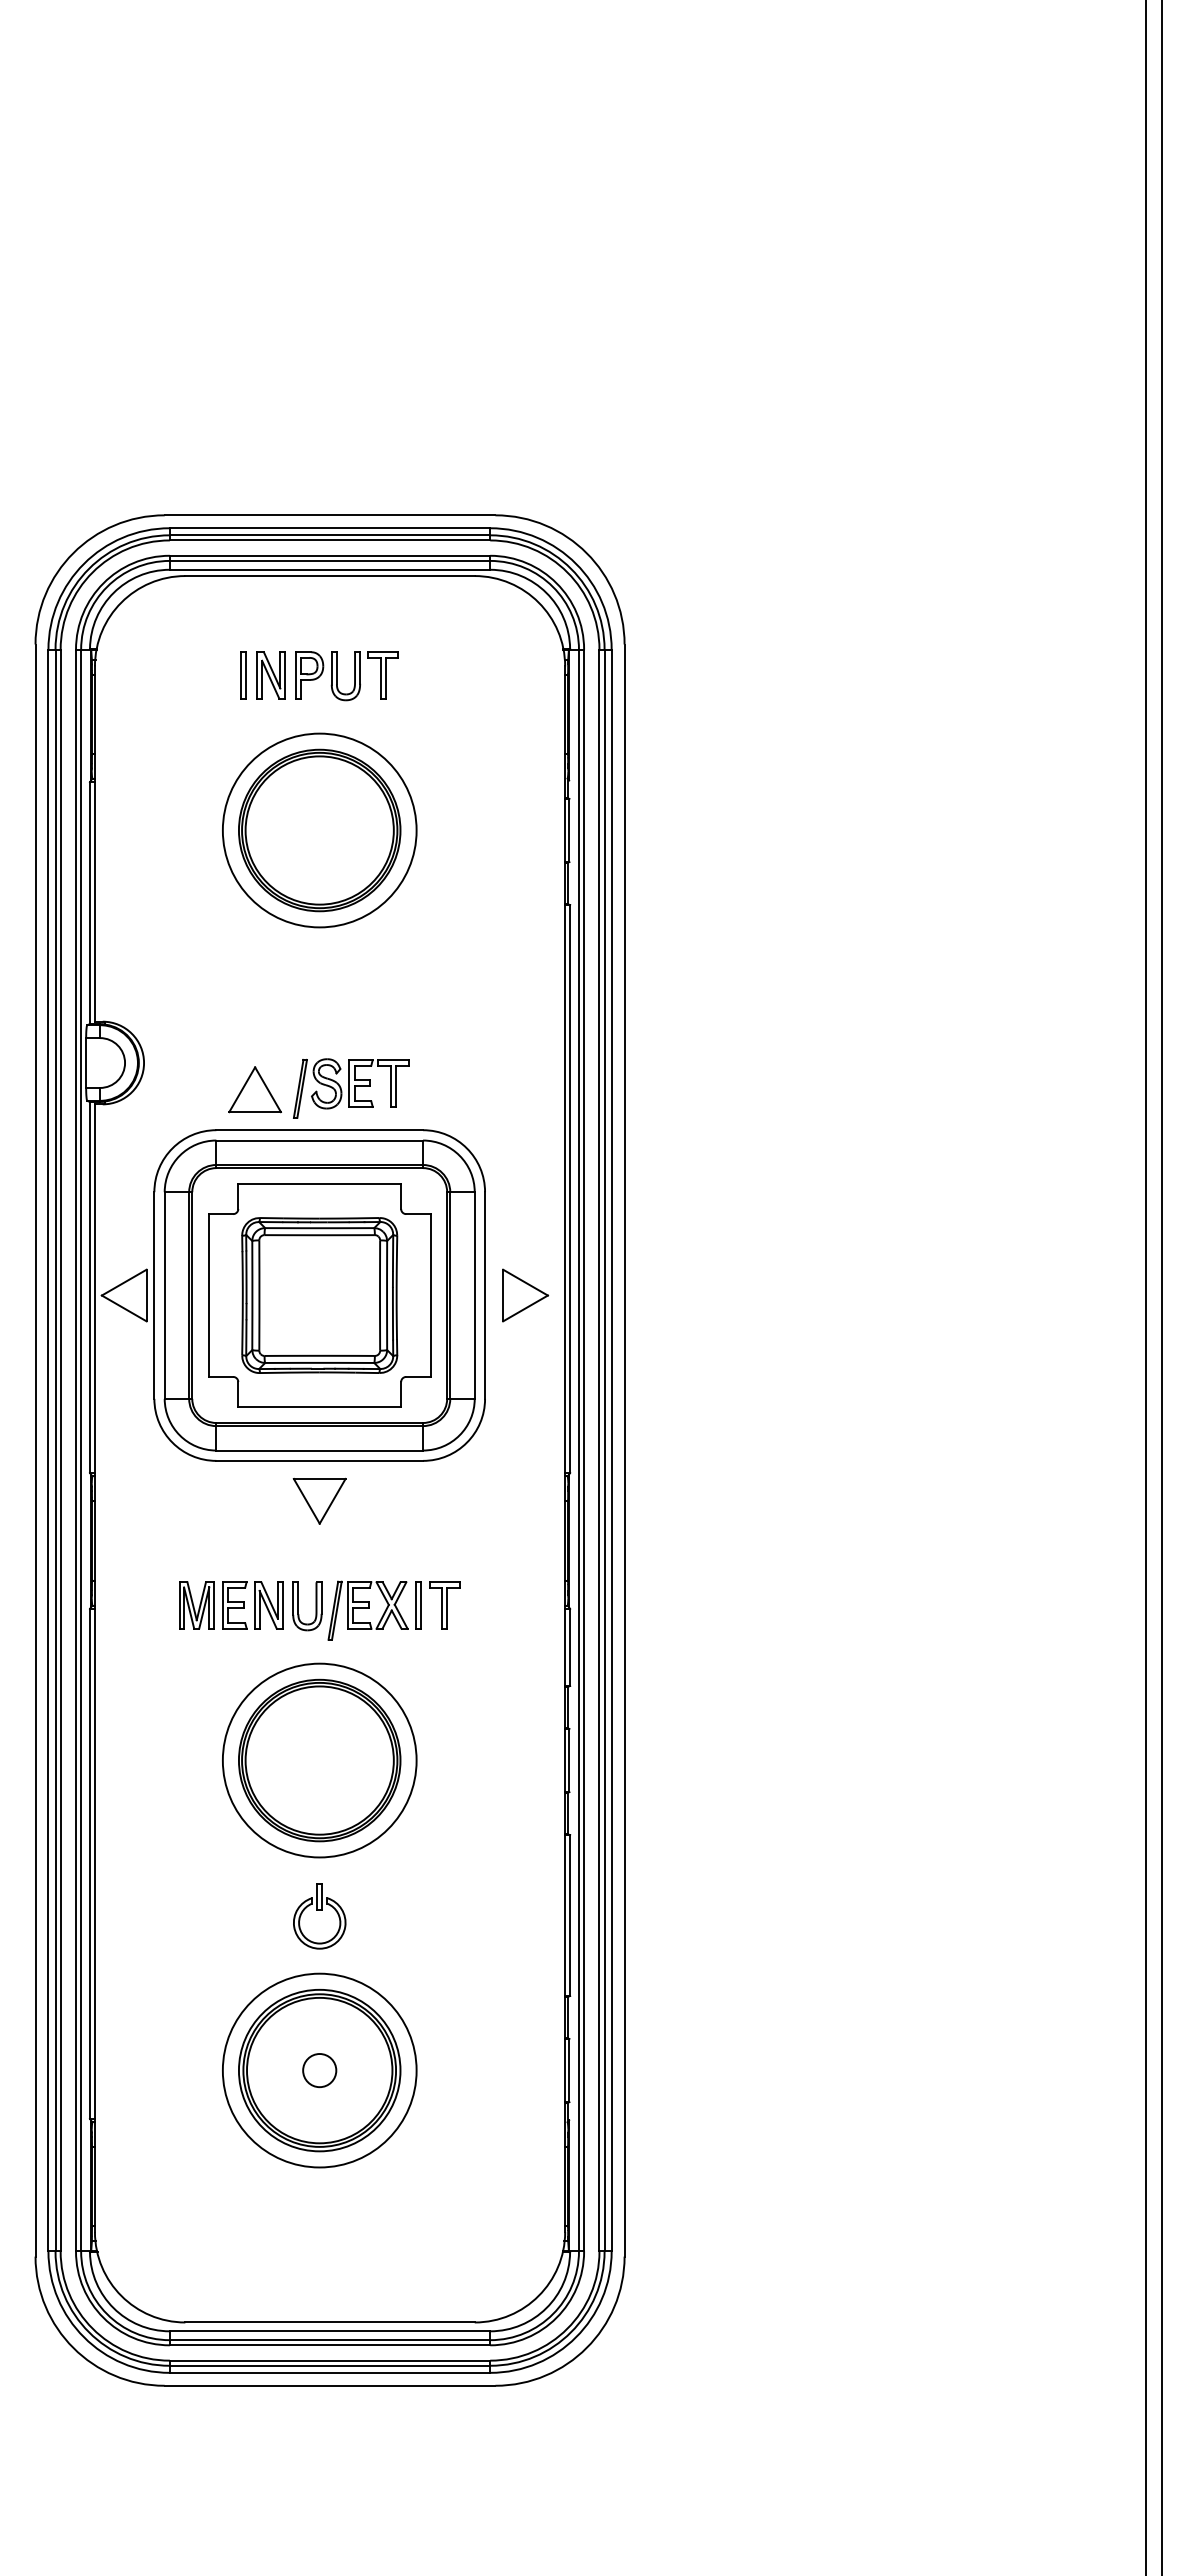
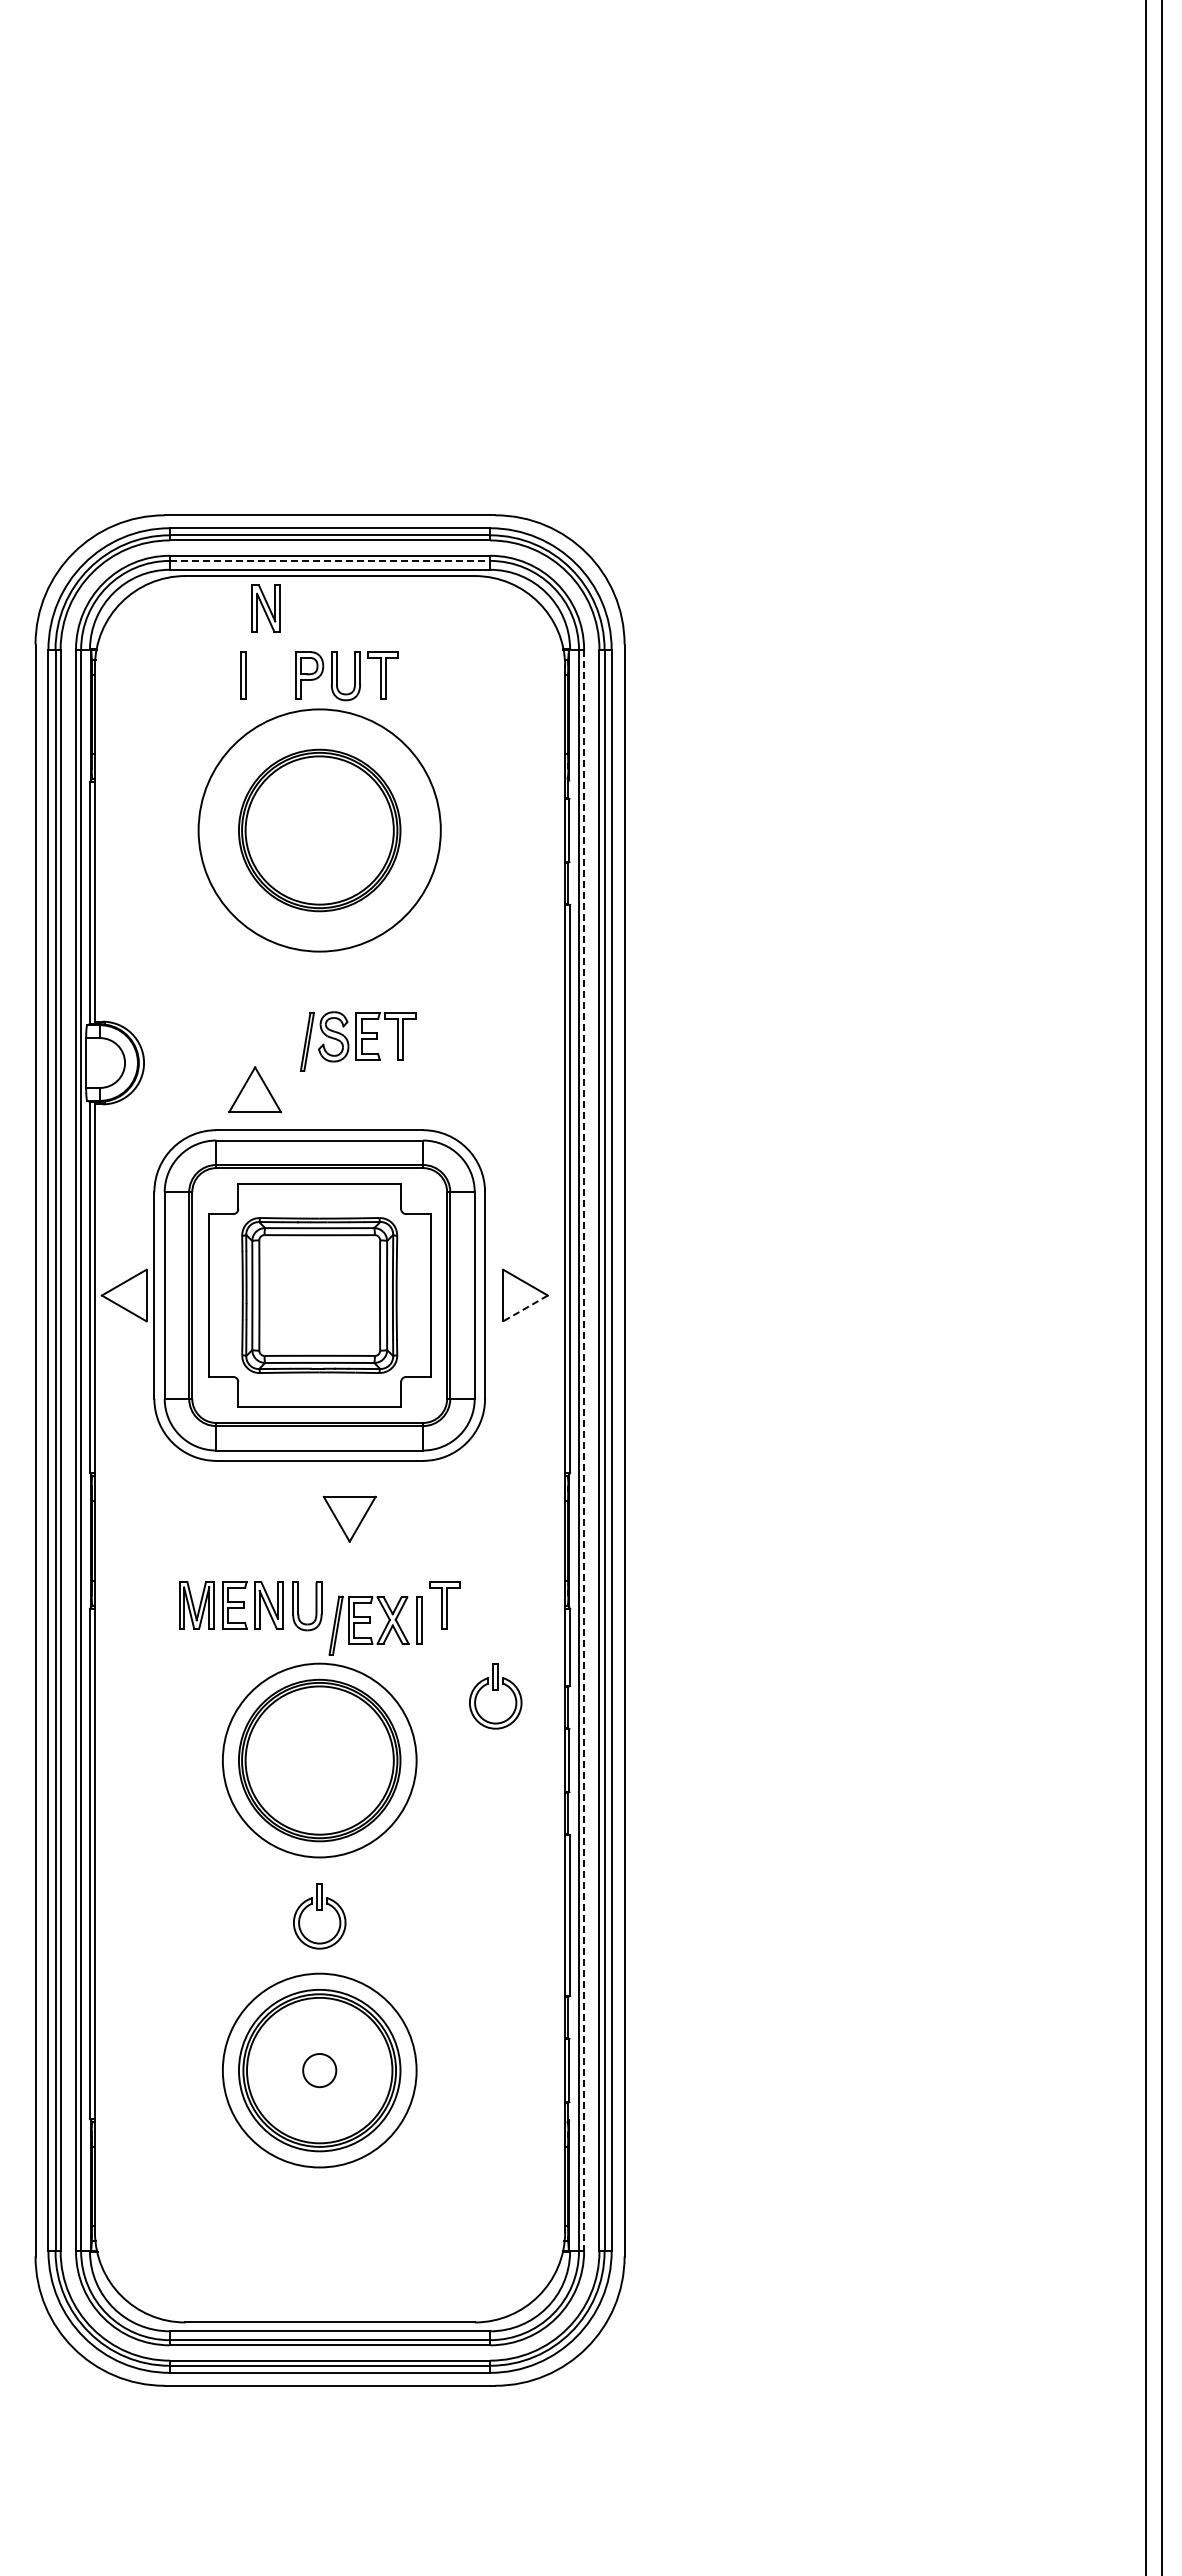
line at (330, 560): solid -> dashed
part at (270, 675) position: (270, 675) -> (265, 608)
circle at (319, 830) diameter: 194 px -> 242 px
part at (351, 1088) position: (351, 1088) -> (358, 1041)
line at (525, 1308): solid -> dashed
line at (584, 1450): solid -> dashed
part at (319, 1500) position: (319, 1500) -> (349, 1518)
part at (374, 1610) position: (374, 1610) -> (375, 1625)
part at (495, 1696): none -> present
